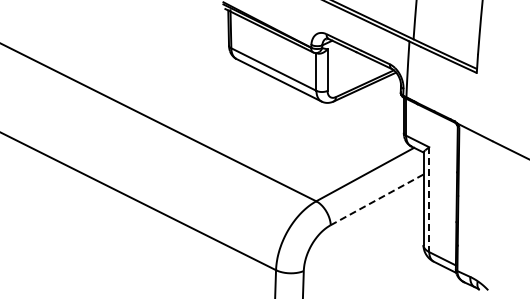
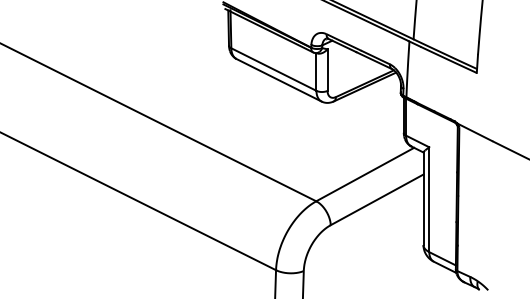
line at (377, 199): dashed -> solid
line at (429, 200): dashed -> solid
